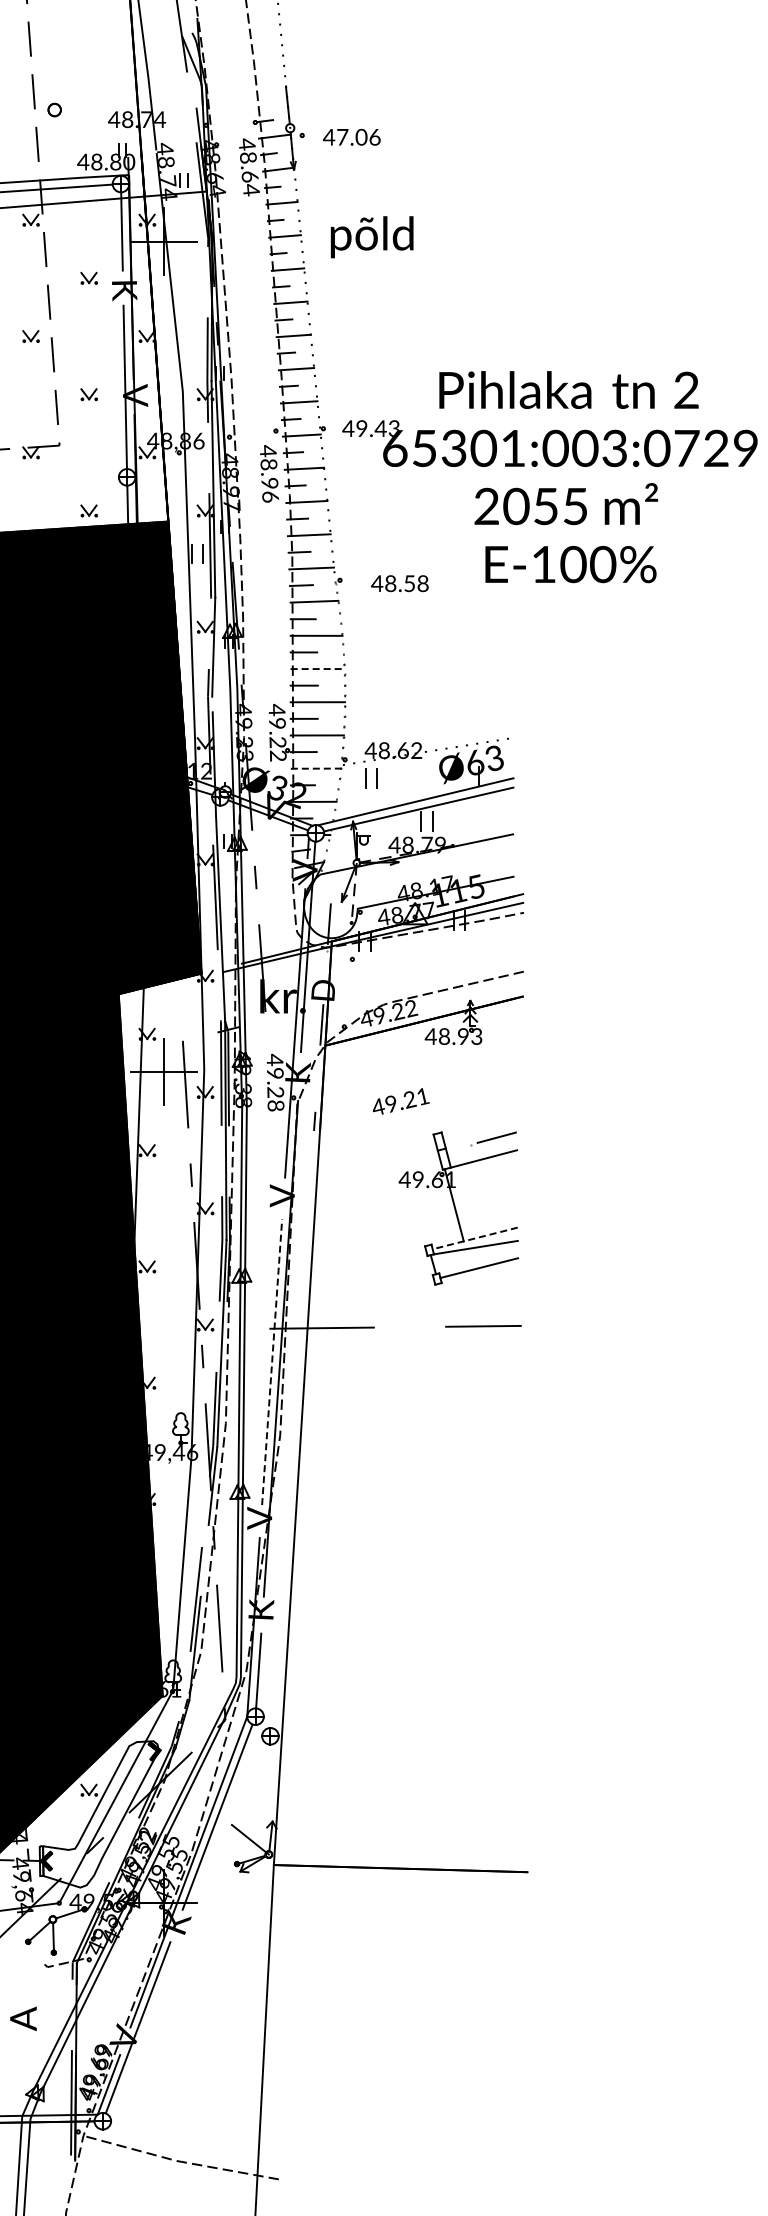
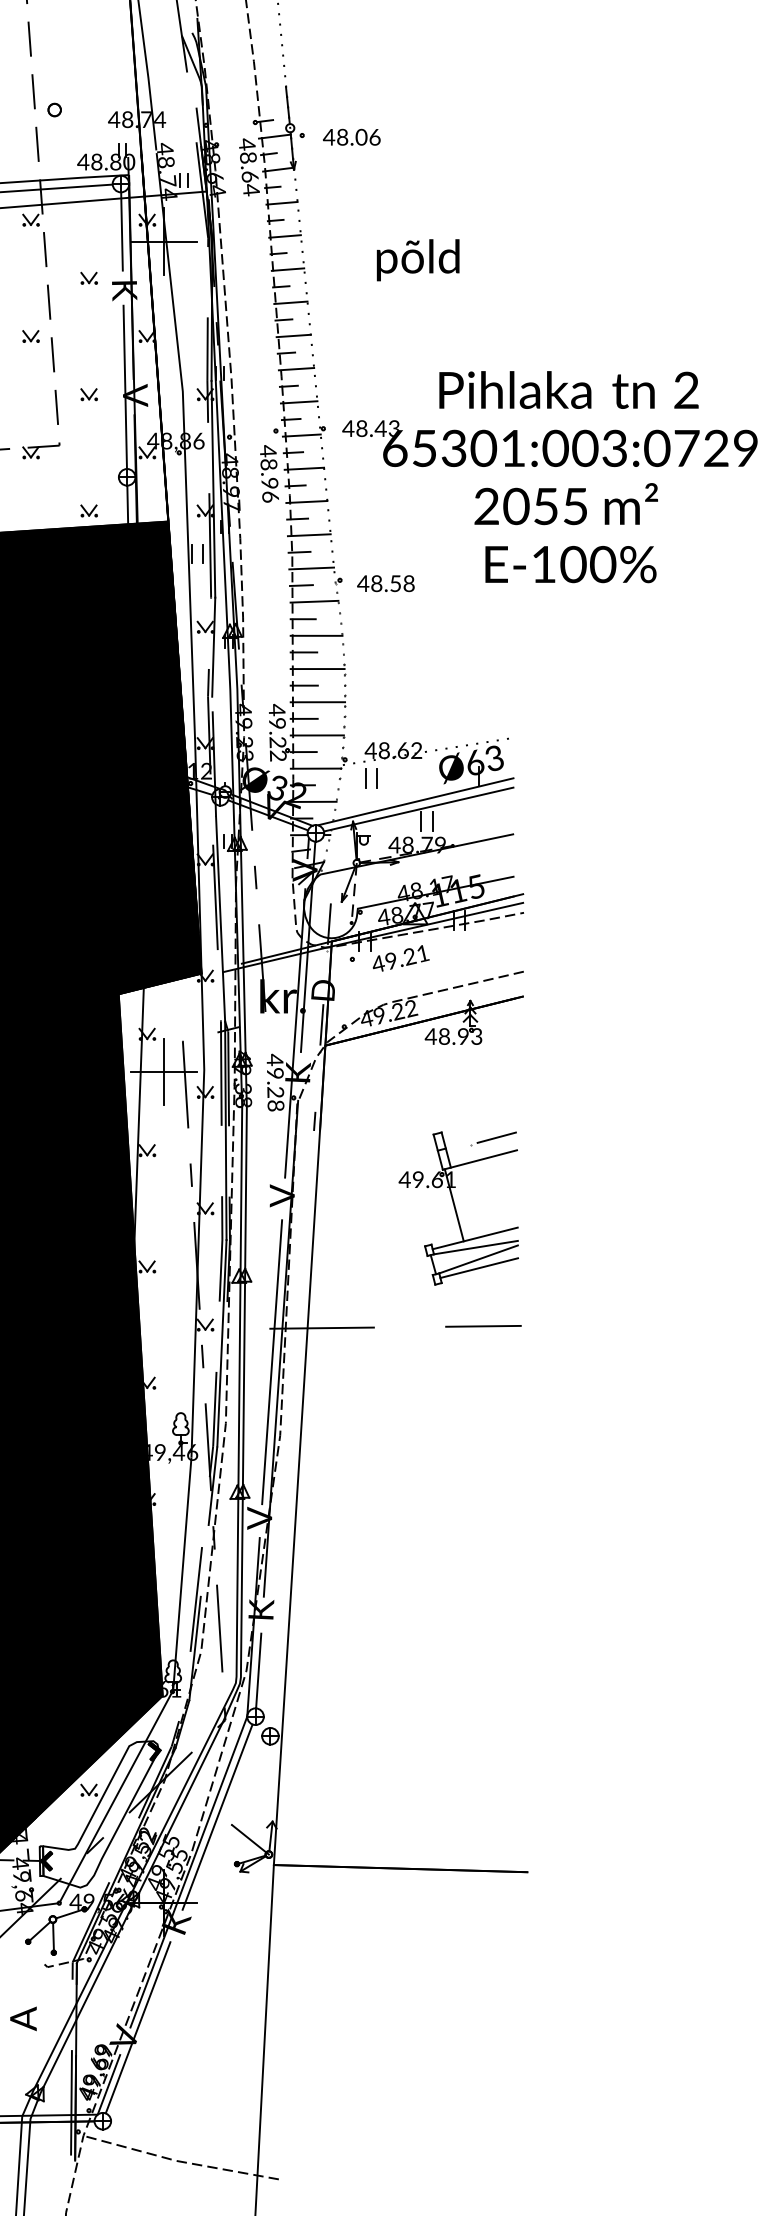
text at (342, 136): 47.06 -> 48.06
text at (371, 237) position: (371, 237) -> (417, 260)
text at (361, 429): 49.43 -> 48.43
text at (399, 583) position: (399, 583) -> (385, 583)
line at (317, 669): dashed -> solid
line at (316, 768): dashed -> solid
text at (400, 1101) position: (400, 1101) -> (400, 958)
line at (475, 1238): dashed -> solid
line at (478, 1259): none -> present
line at (272, 1361): dashed -> solid
